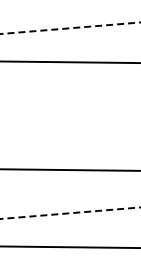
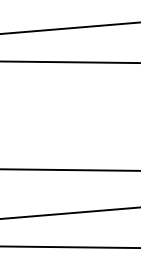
line at (69, 28): dashed -> solid
line at (69, 213): dashed -> solid
